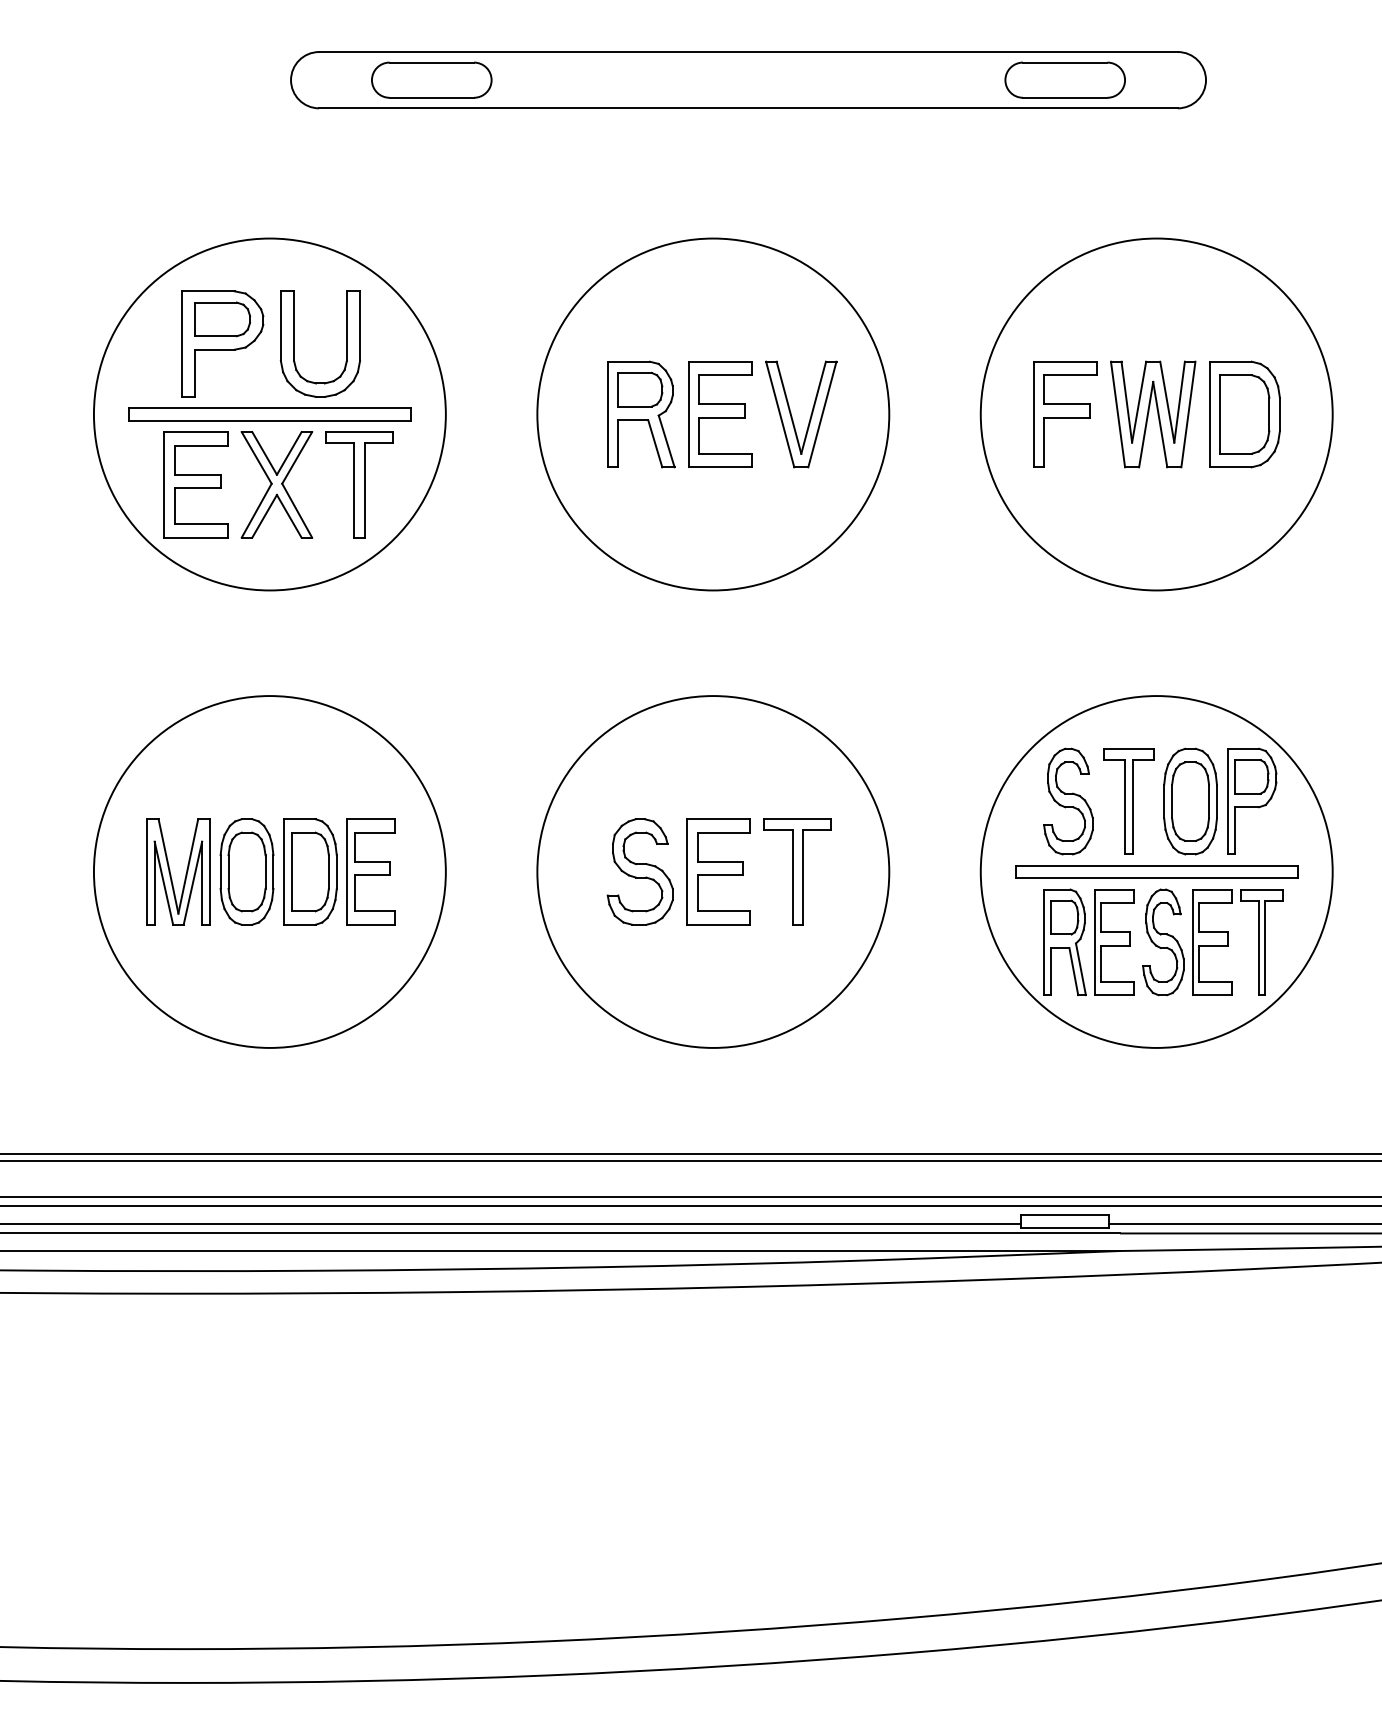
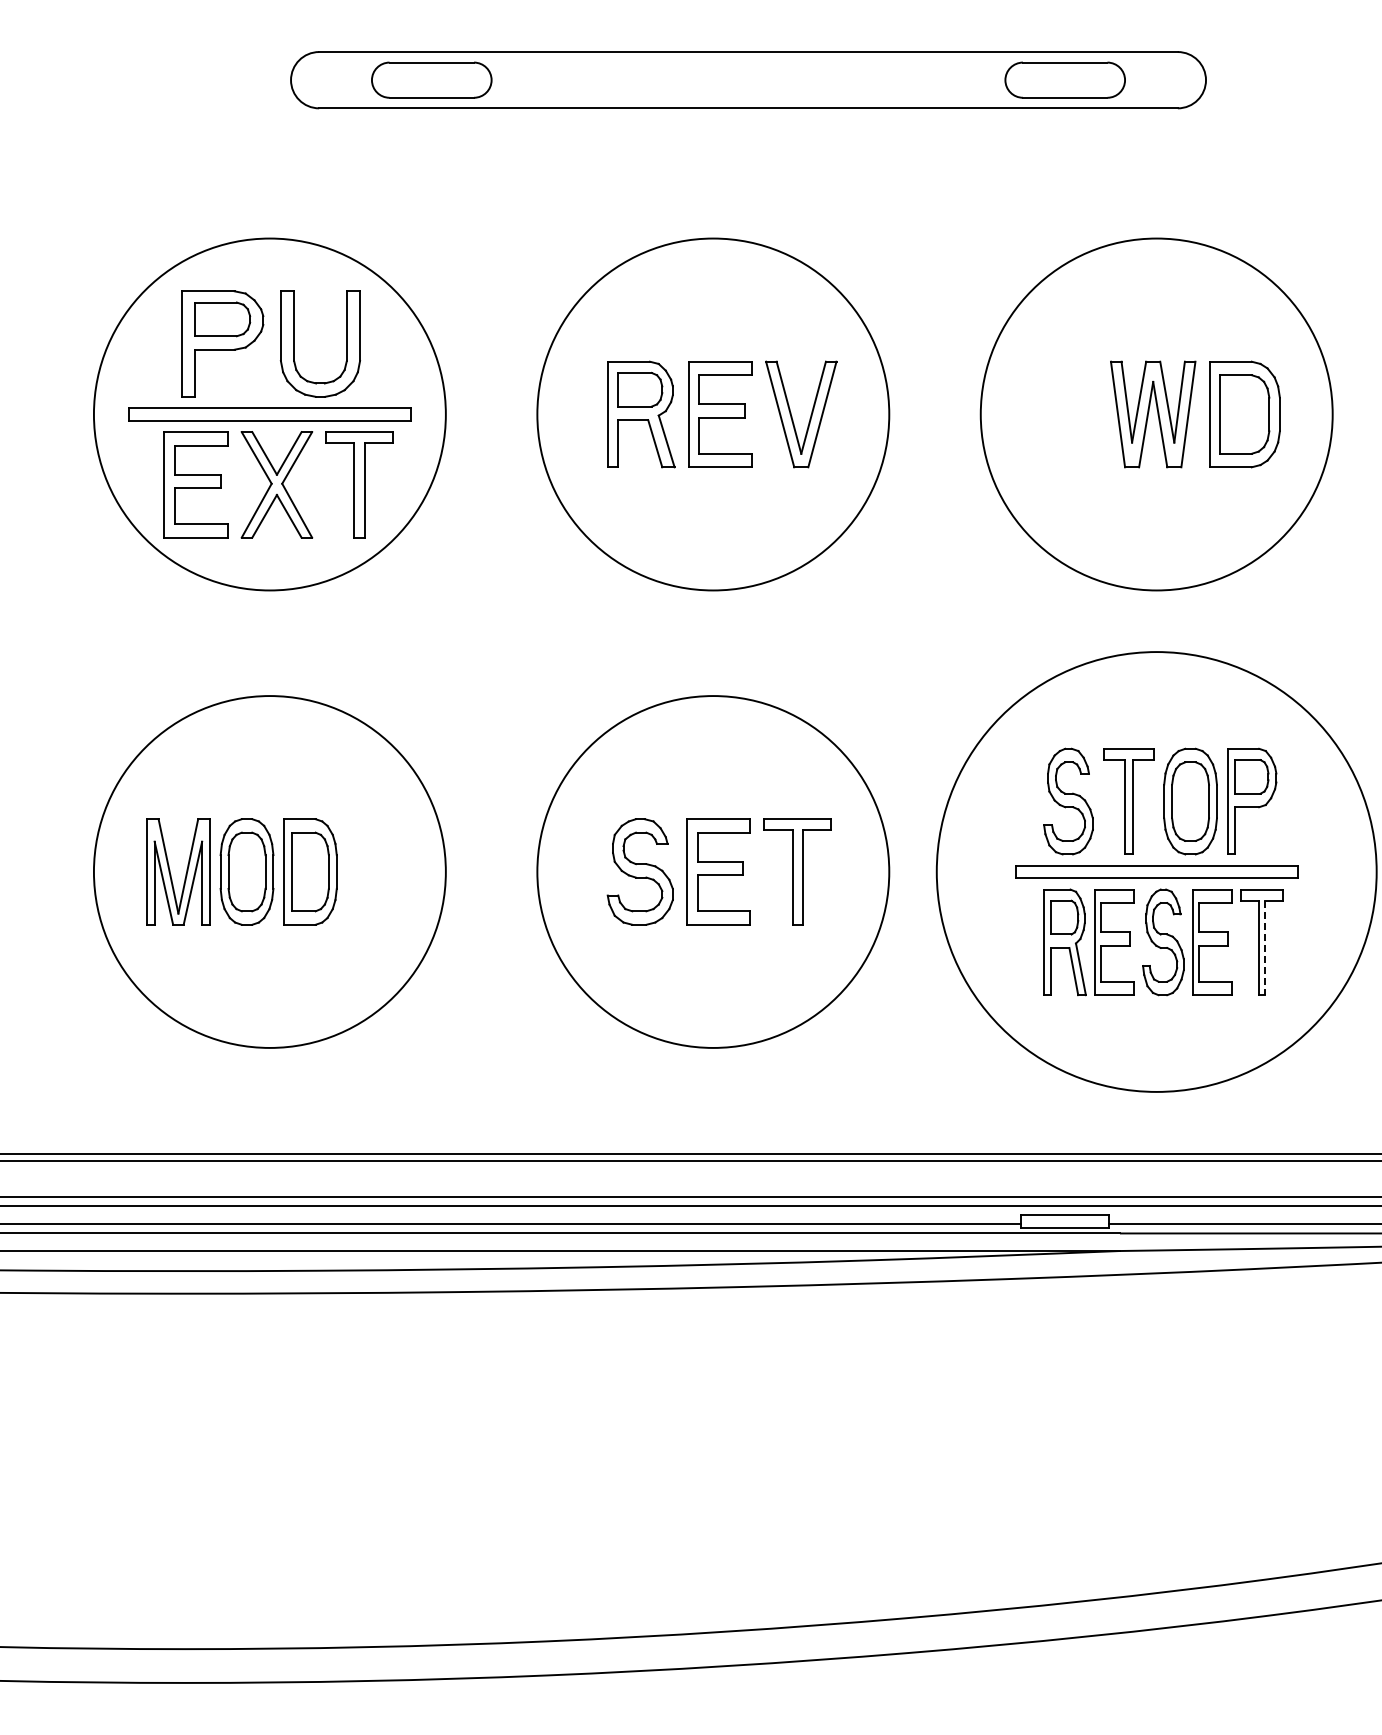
part at (1065, 414): present -> none
part at (370, 871): present -> none
circle at (1156, 871) diameter: 352 px -> 440 px
line at (1265, 948): solid -> dashed
